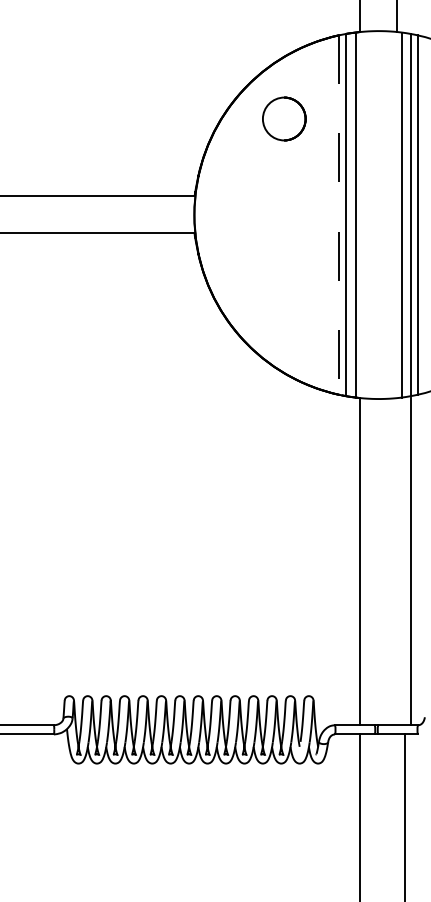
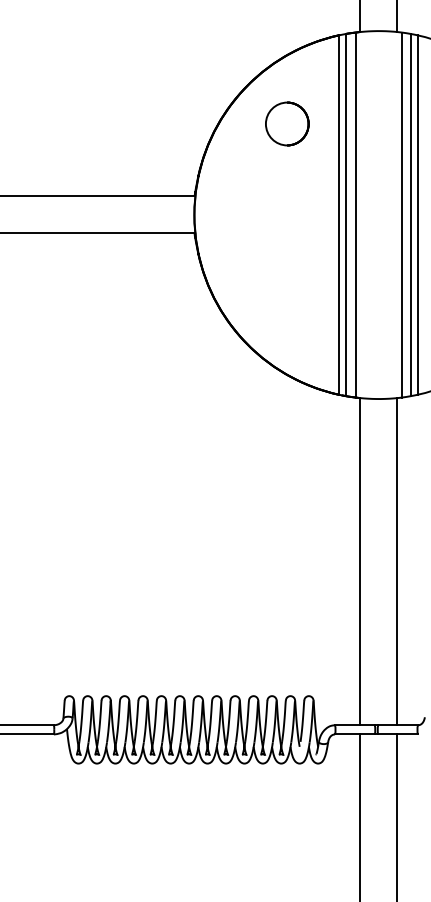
part at (284, 118) position: (284, 118) -> (287, 123)
line at (339, 215): dashed -> solid
line at (410, 561) position: (410, 561) -> (396, 561)
line at (404, 816) position: (404, 816) -> (396, 816)
